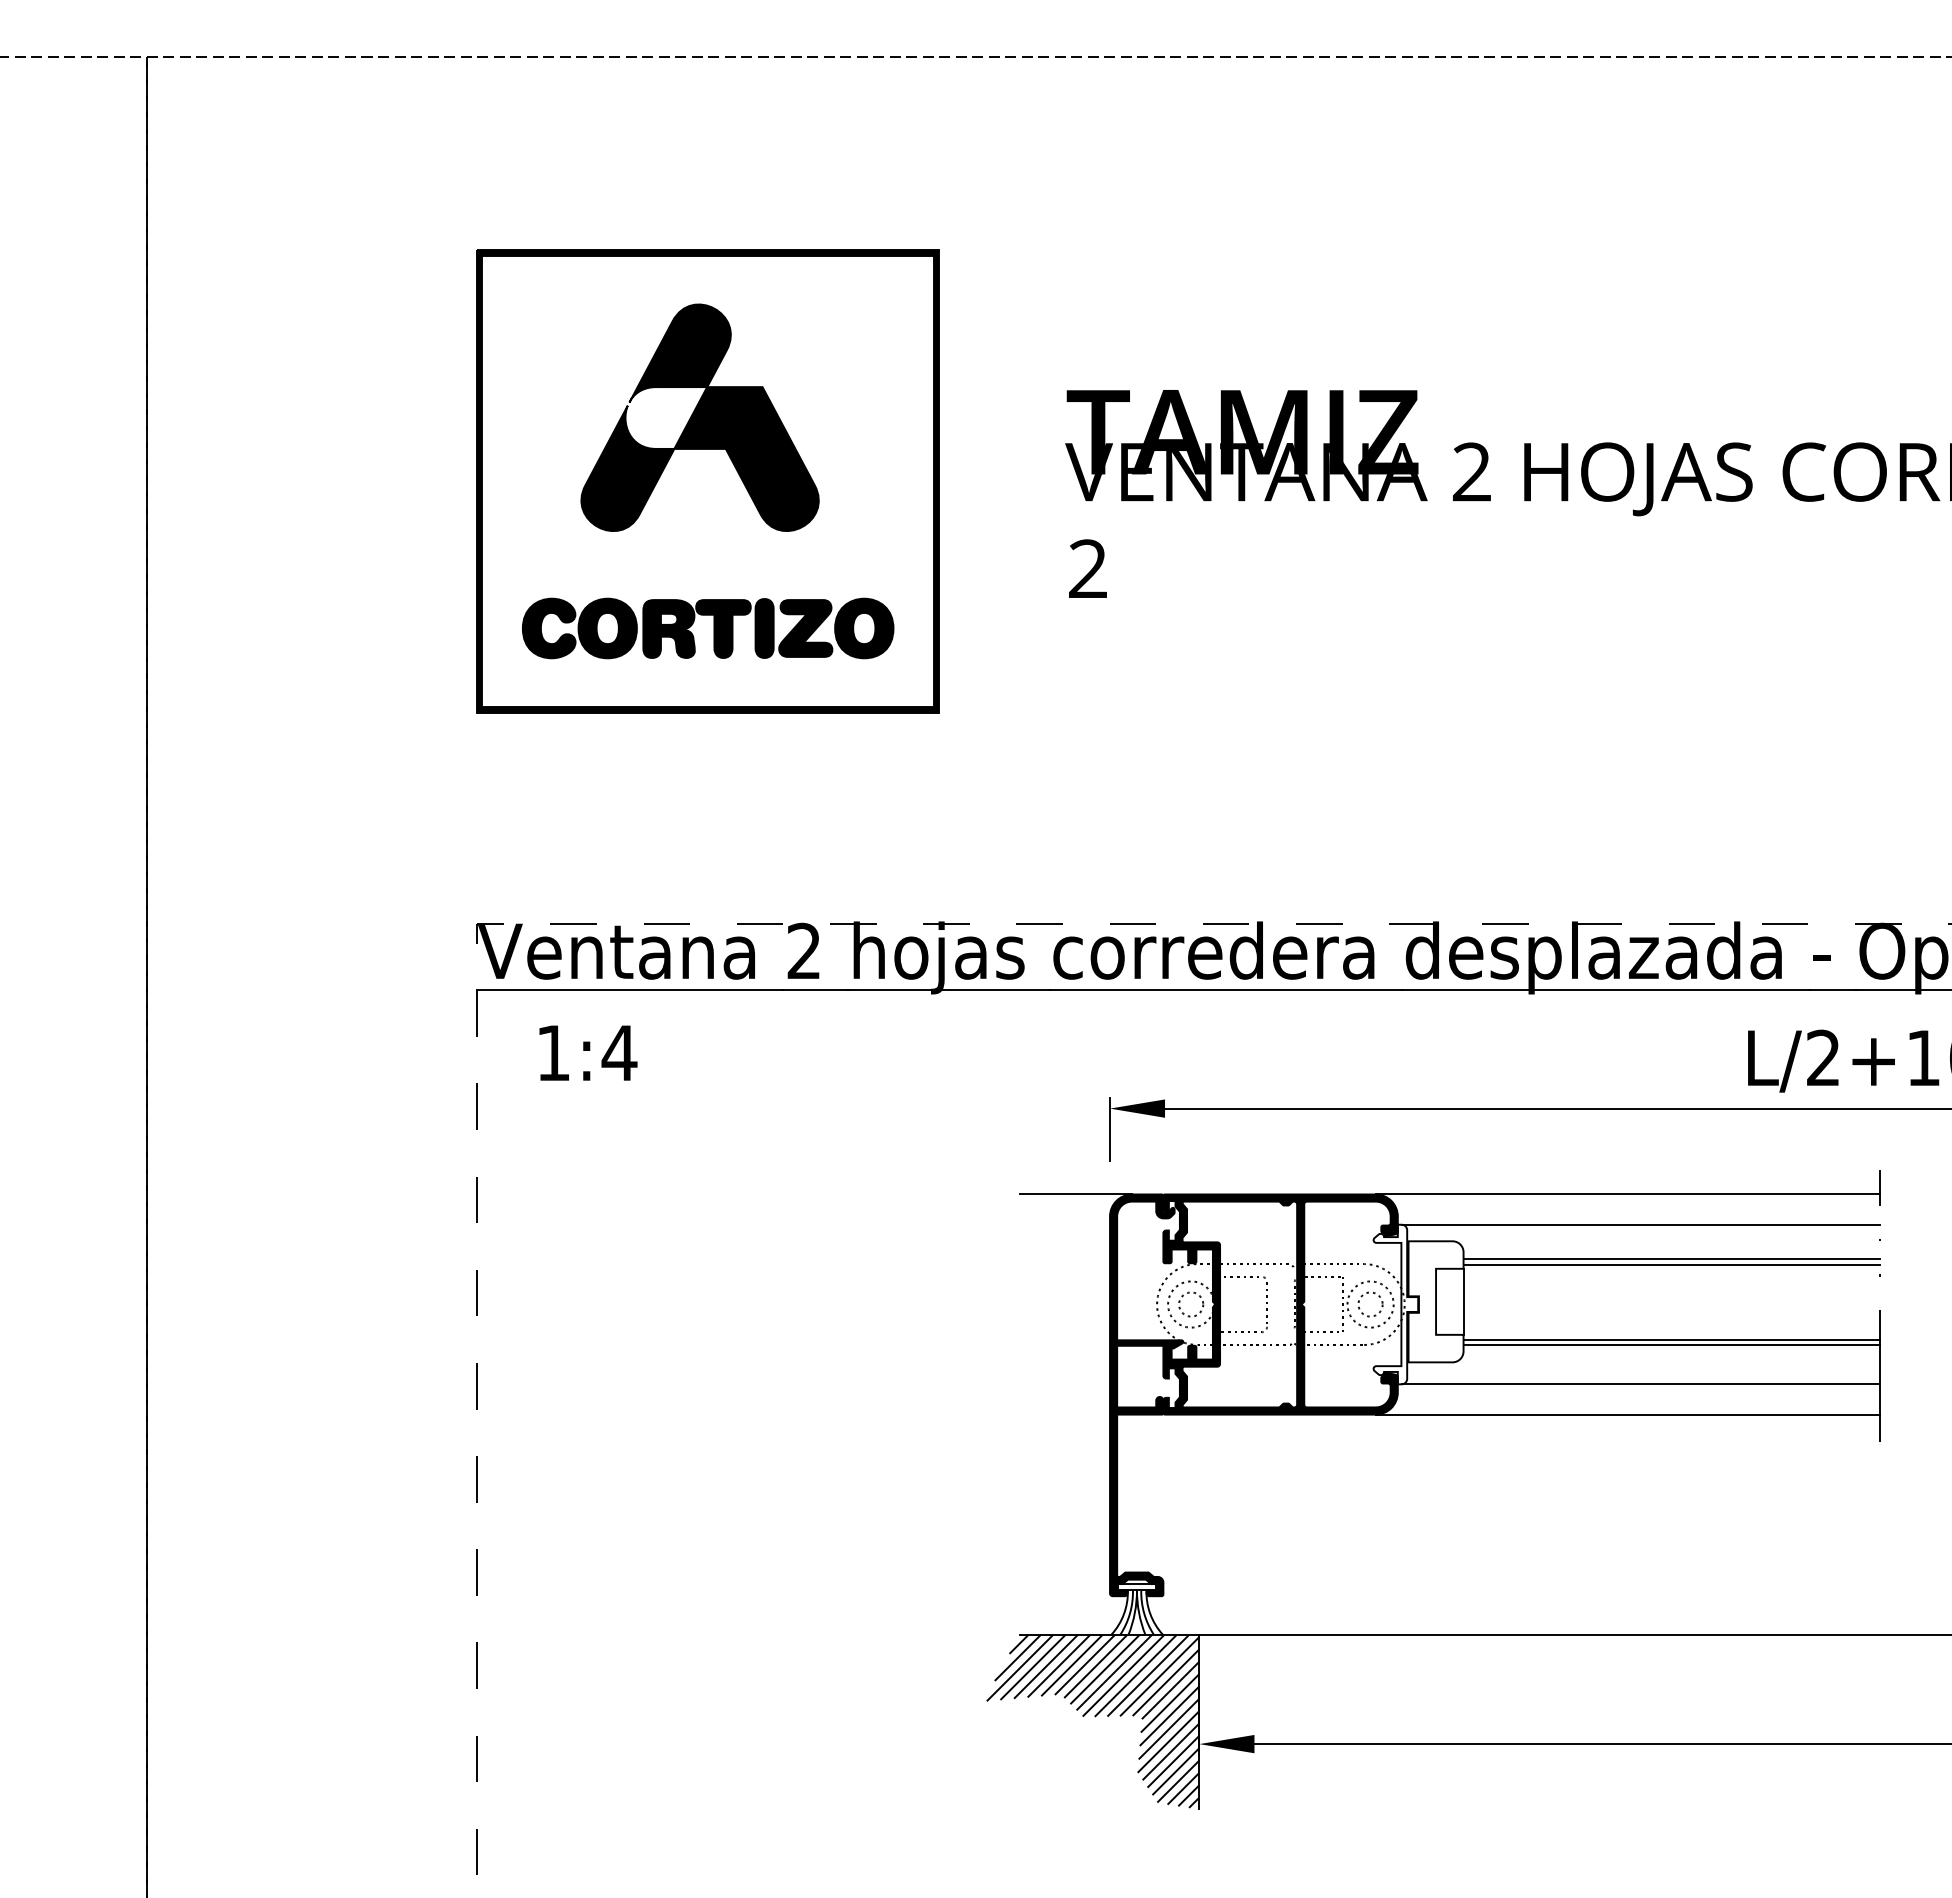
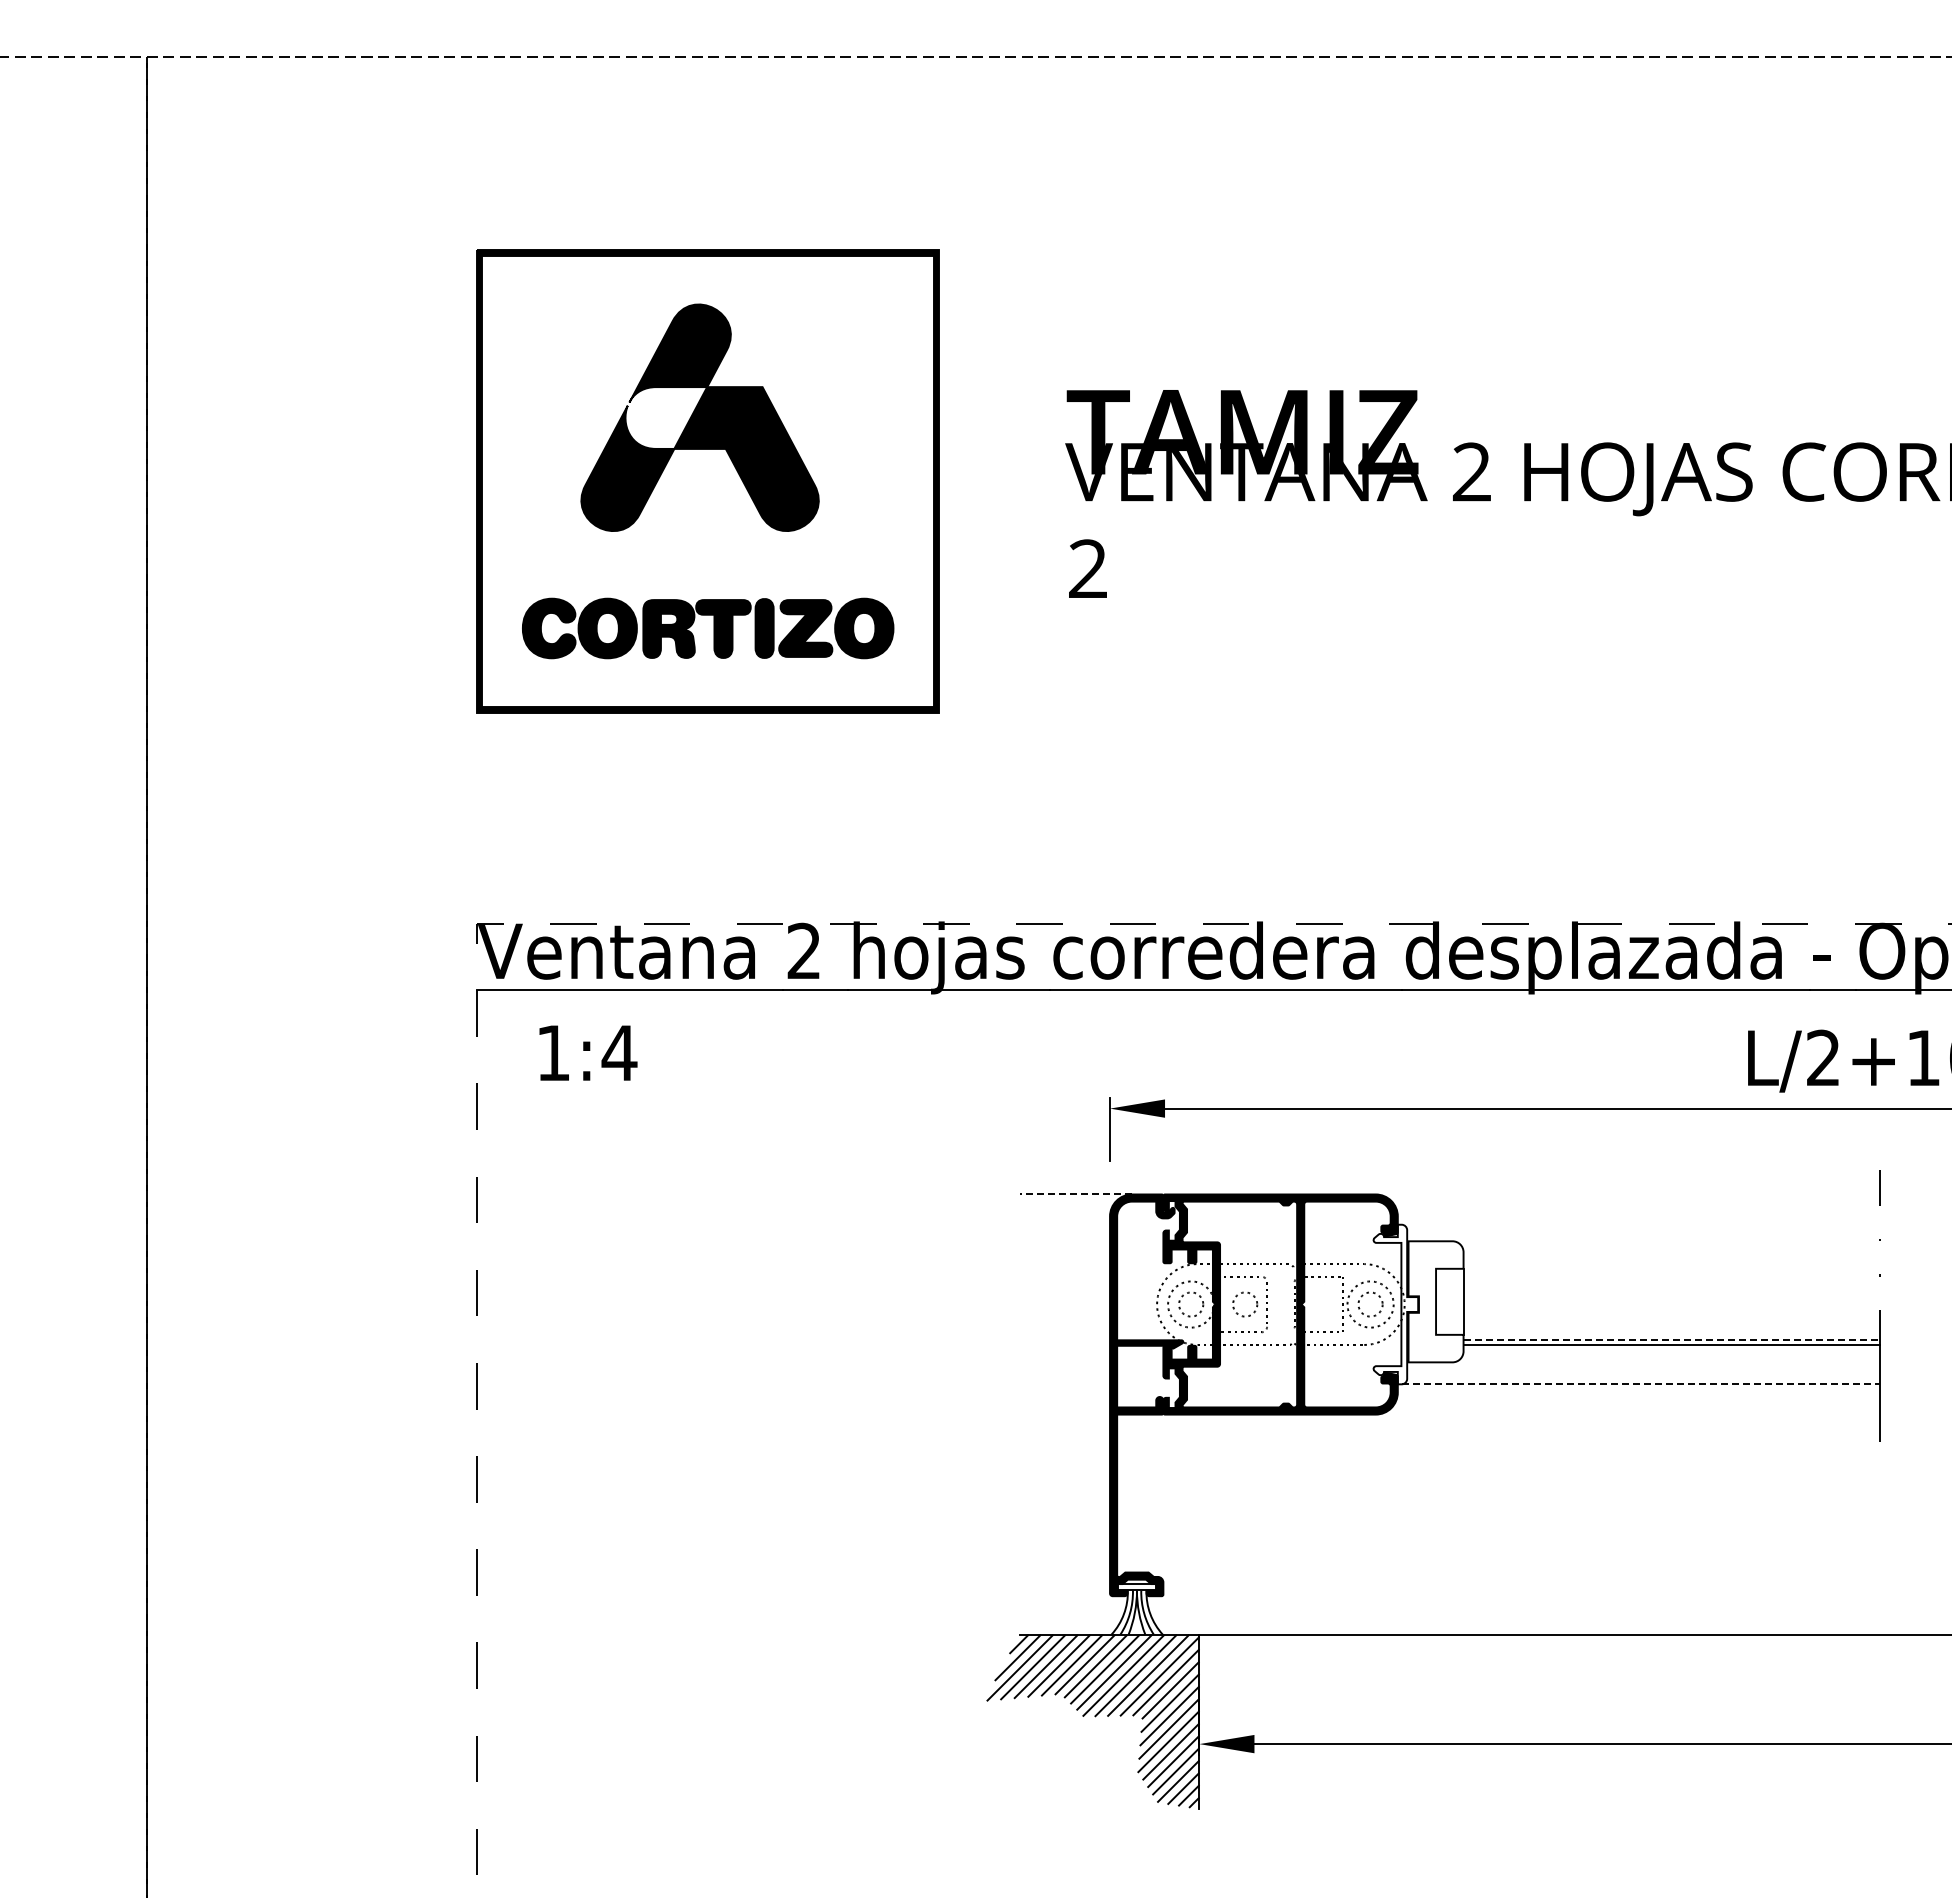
line at (1075, 1194): solid -> dashed
line at (1627, 1194): present -> none
line at (1640, 1224): present -> none
line at (1671, 1259): present -> none
line at (1671, 1265): present -> none
circle at (1245, 1304): none -> present
line at (1672, 1340): solid -> dashed
line at (1641, 1384): solid -> dashed
line at (1627, 1414): present -> none
